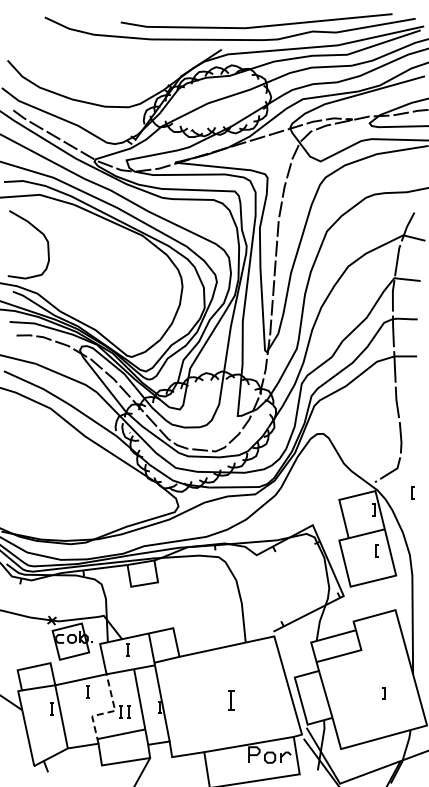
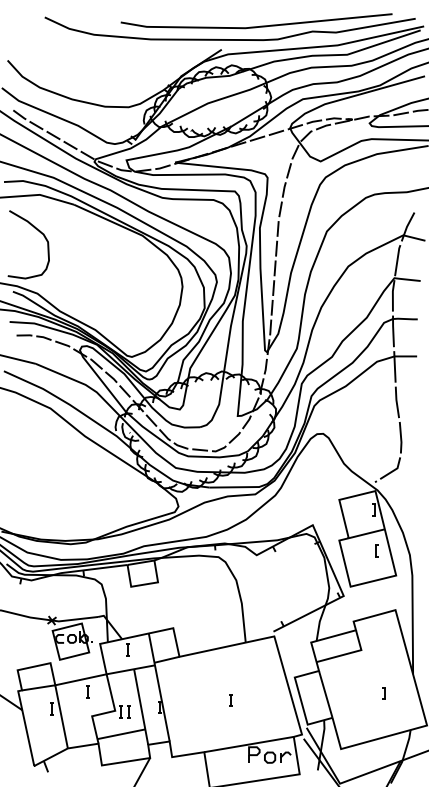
part at (412, 492): present -> none
part at (231, 700) size: 7x21 px -> 4x13 px
line at (108, 712): dashed -> solid
